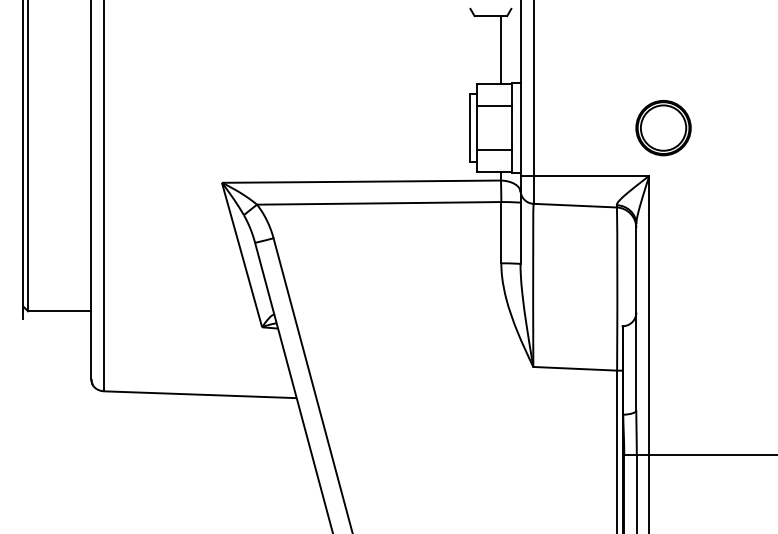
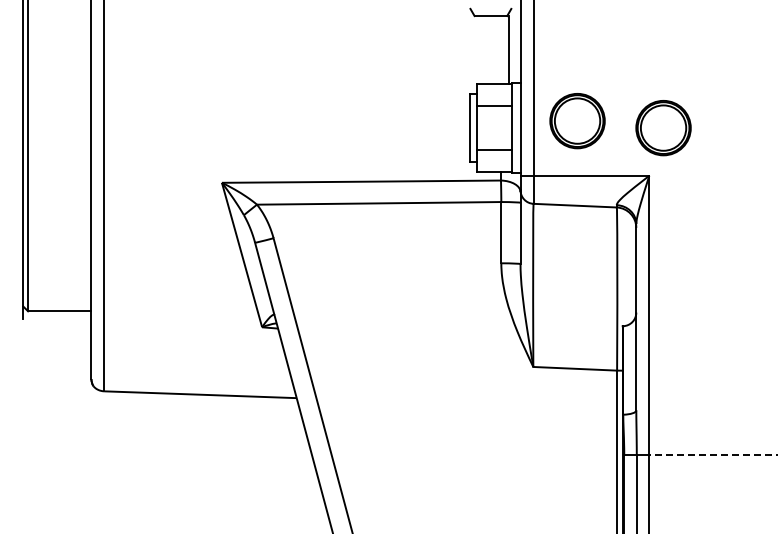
line at (500, 50) position: (500, 50) -> (508, 50)
part at (577, 121): none -> present
line at (713, 455): solid -> dashed
